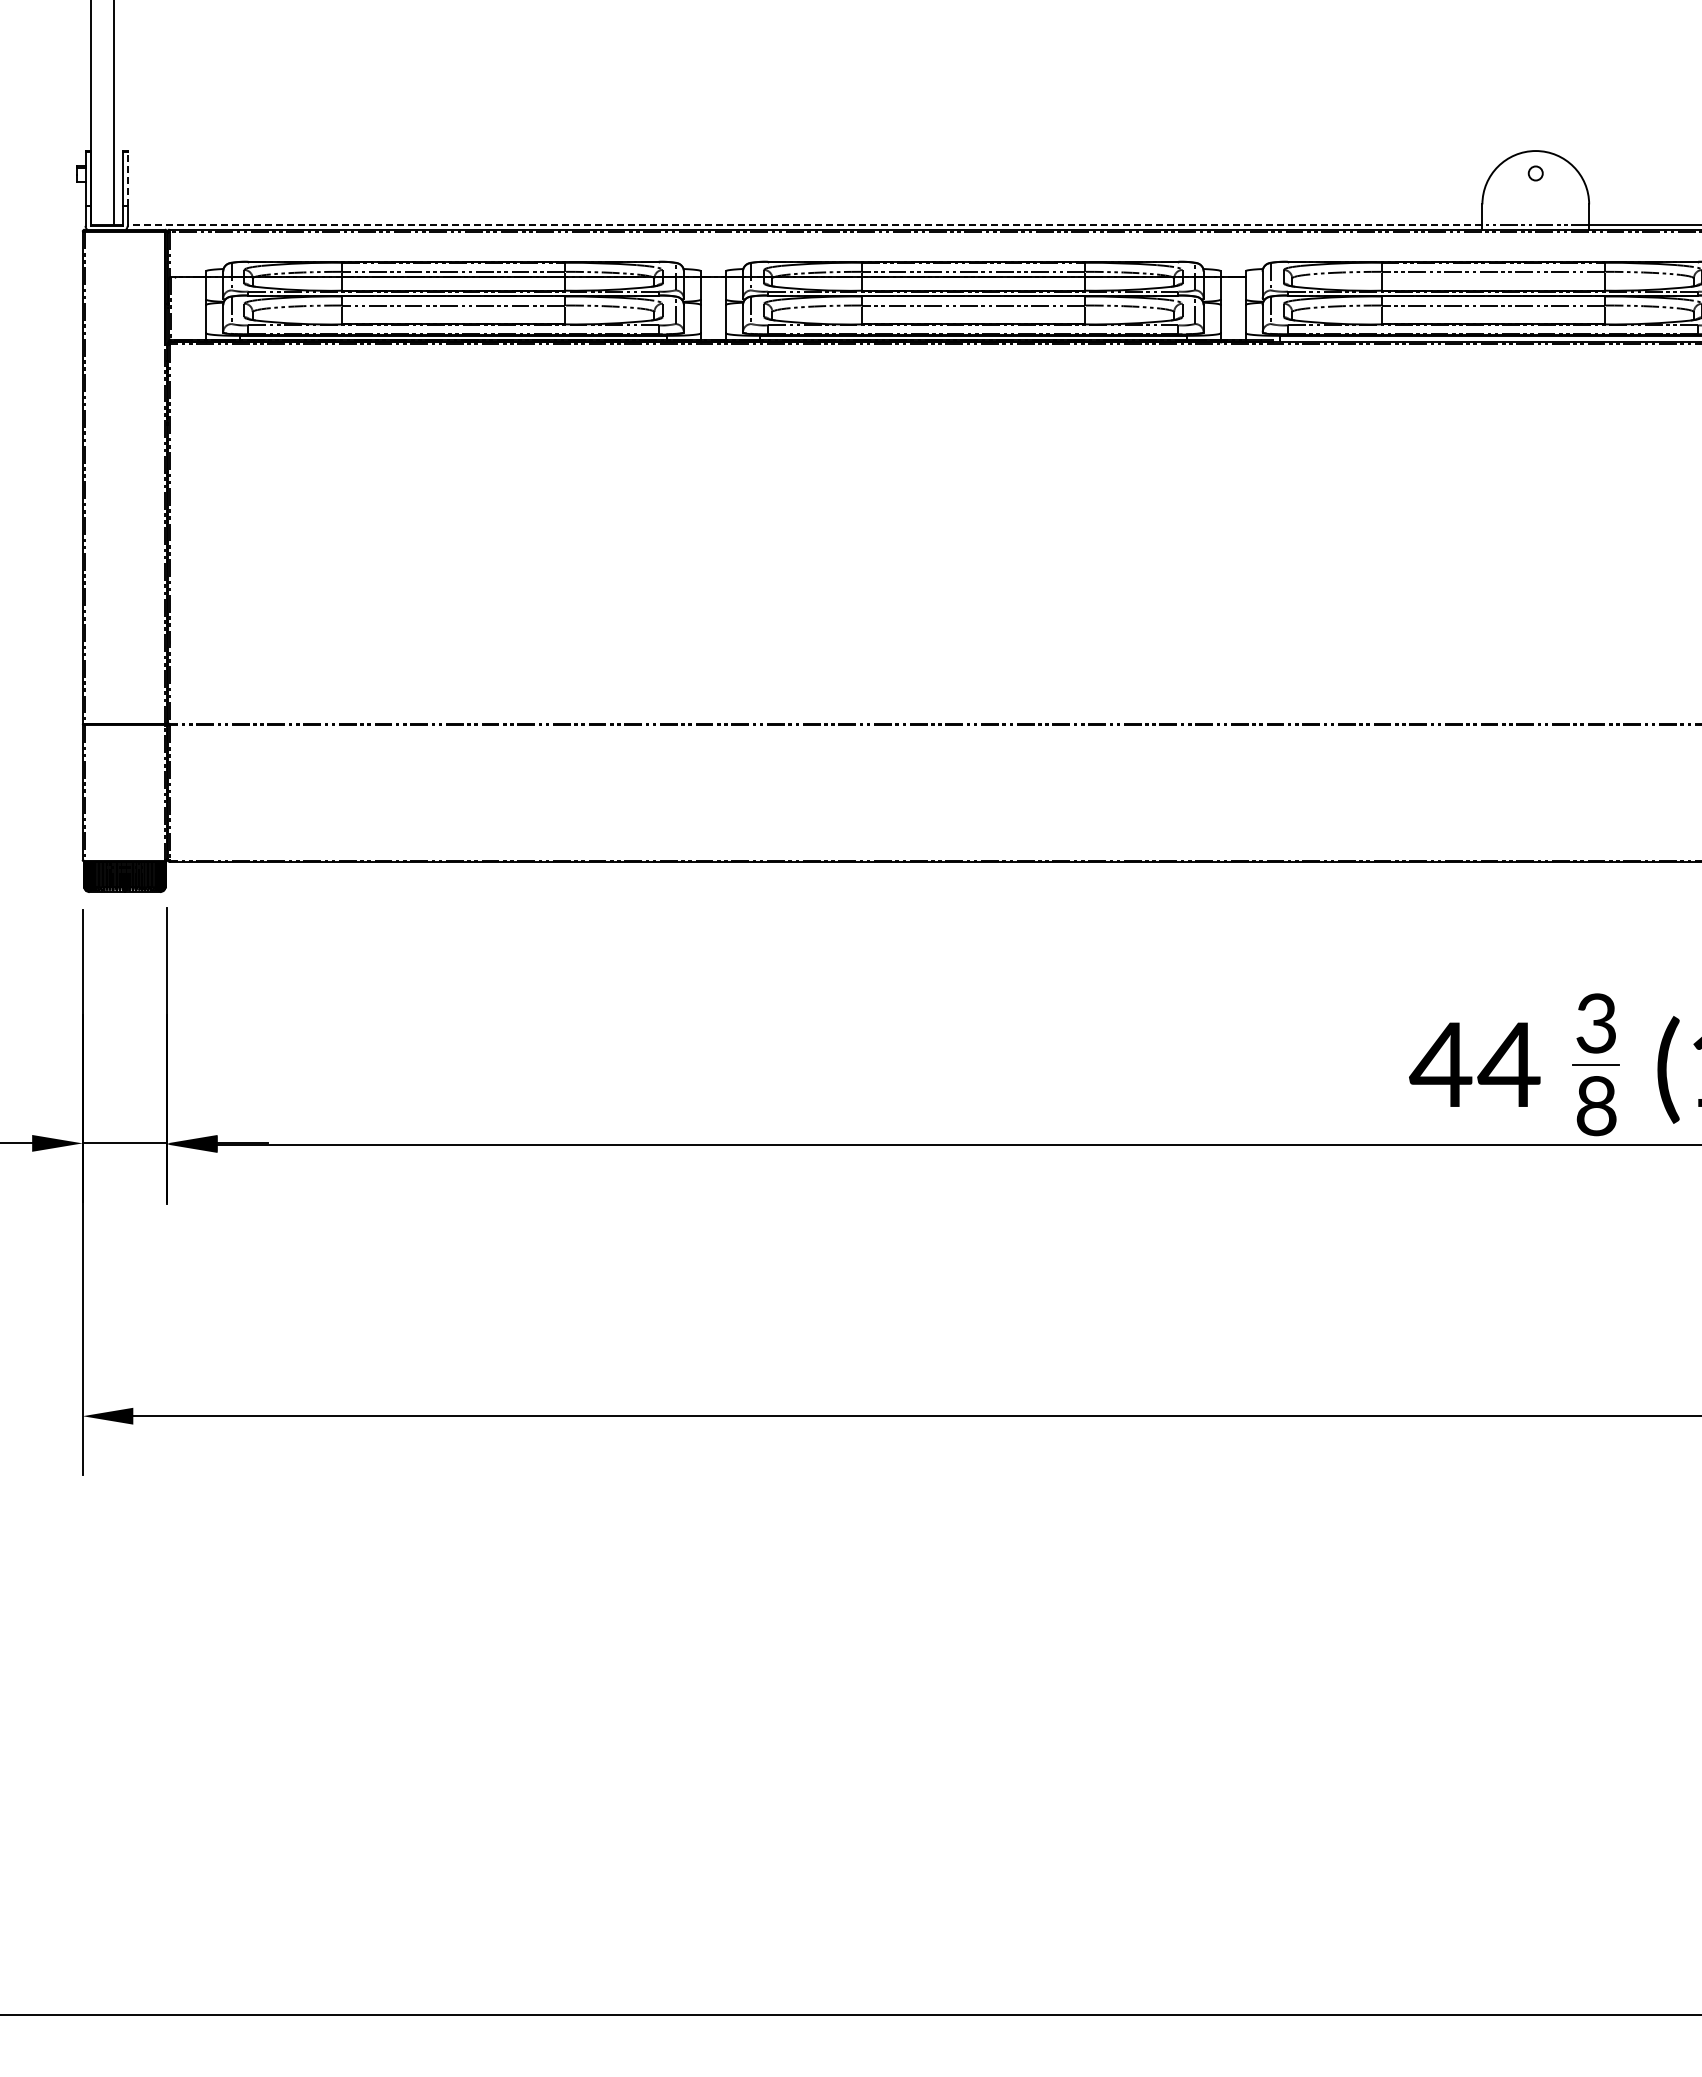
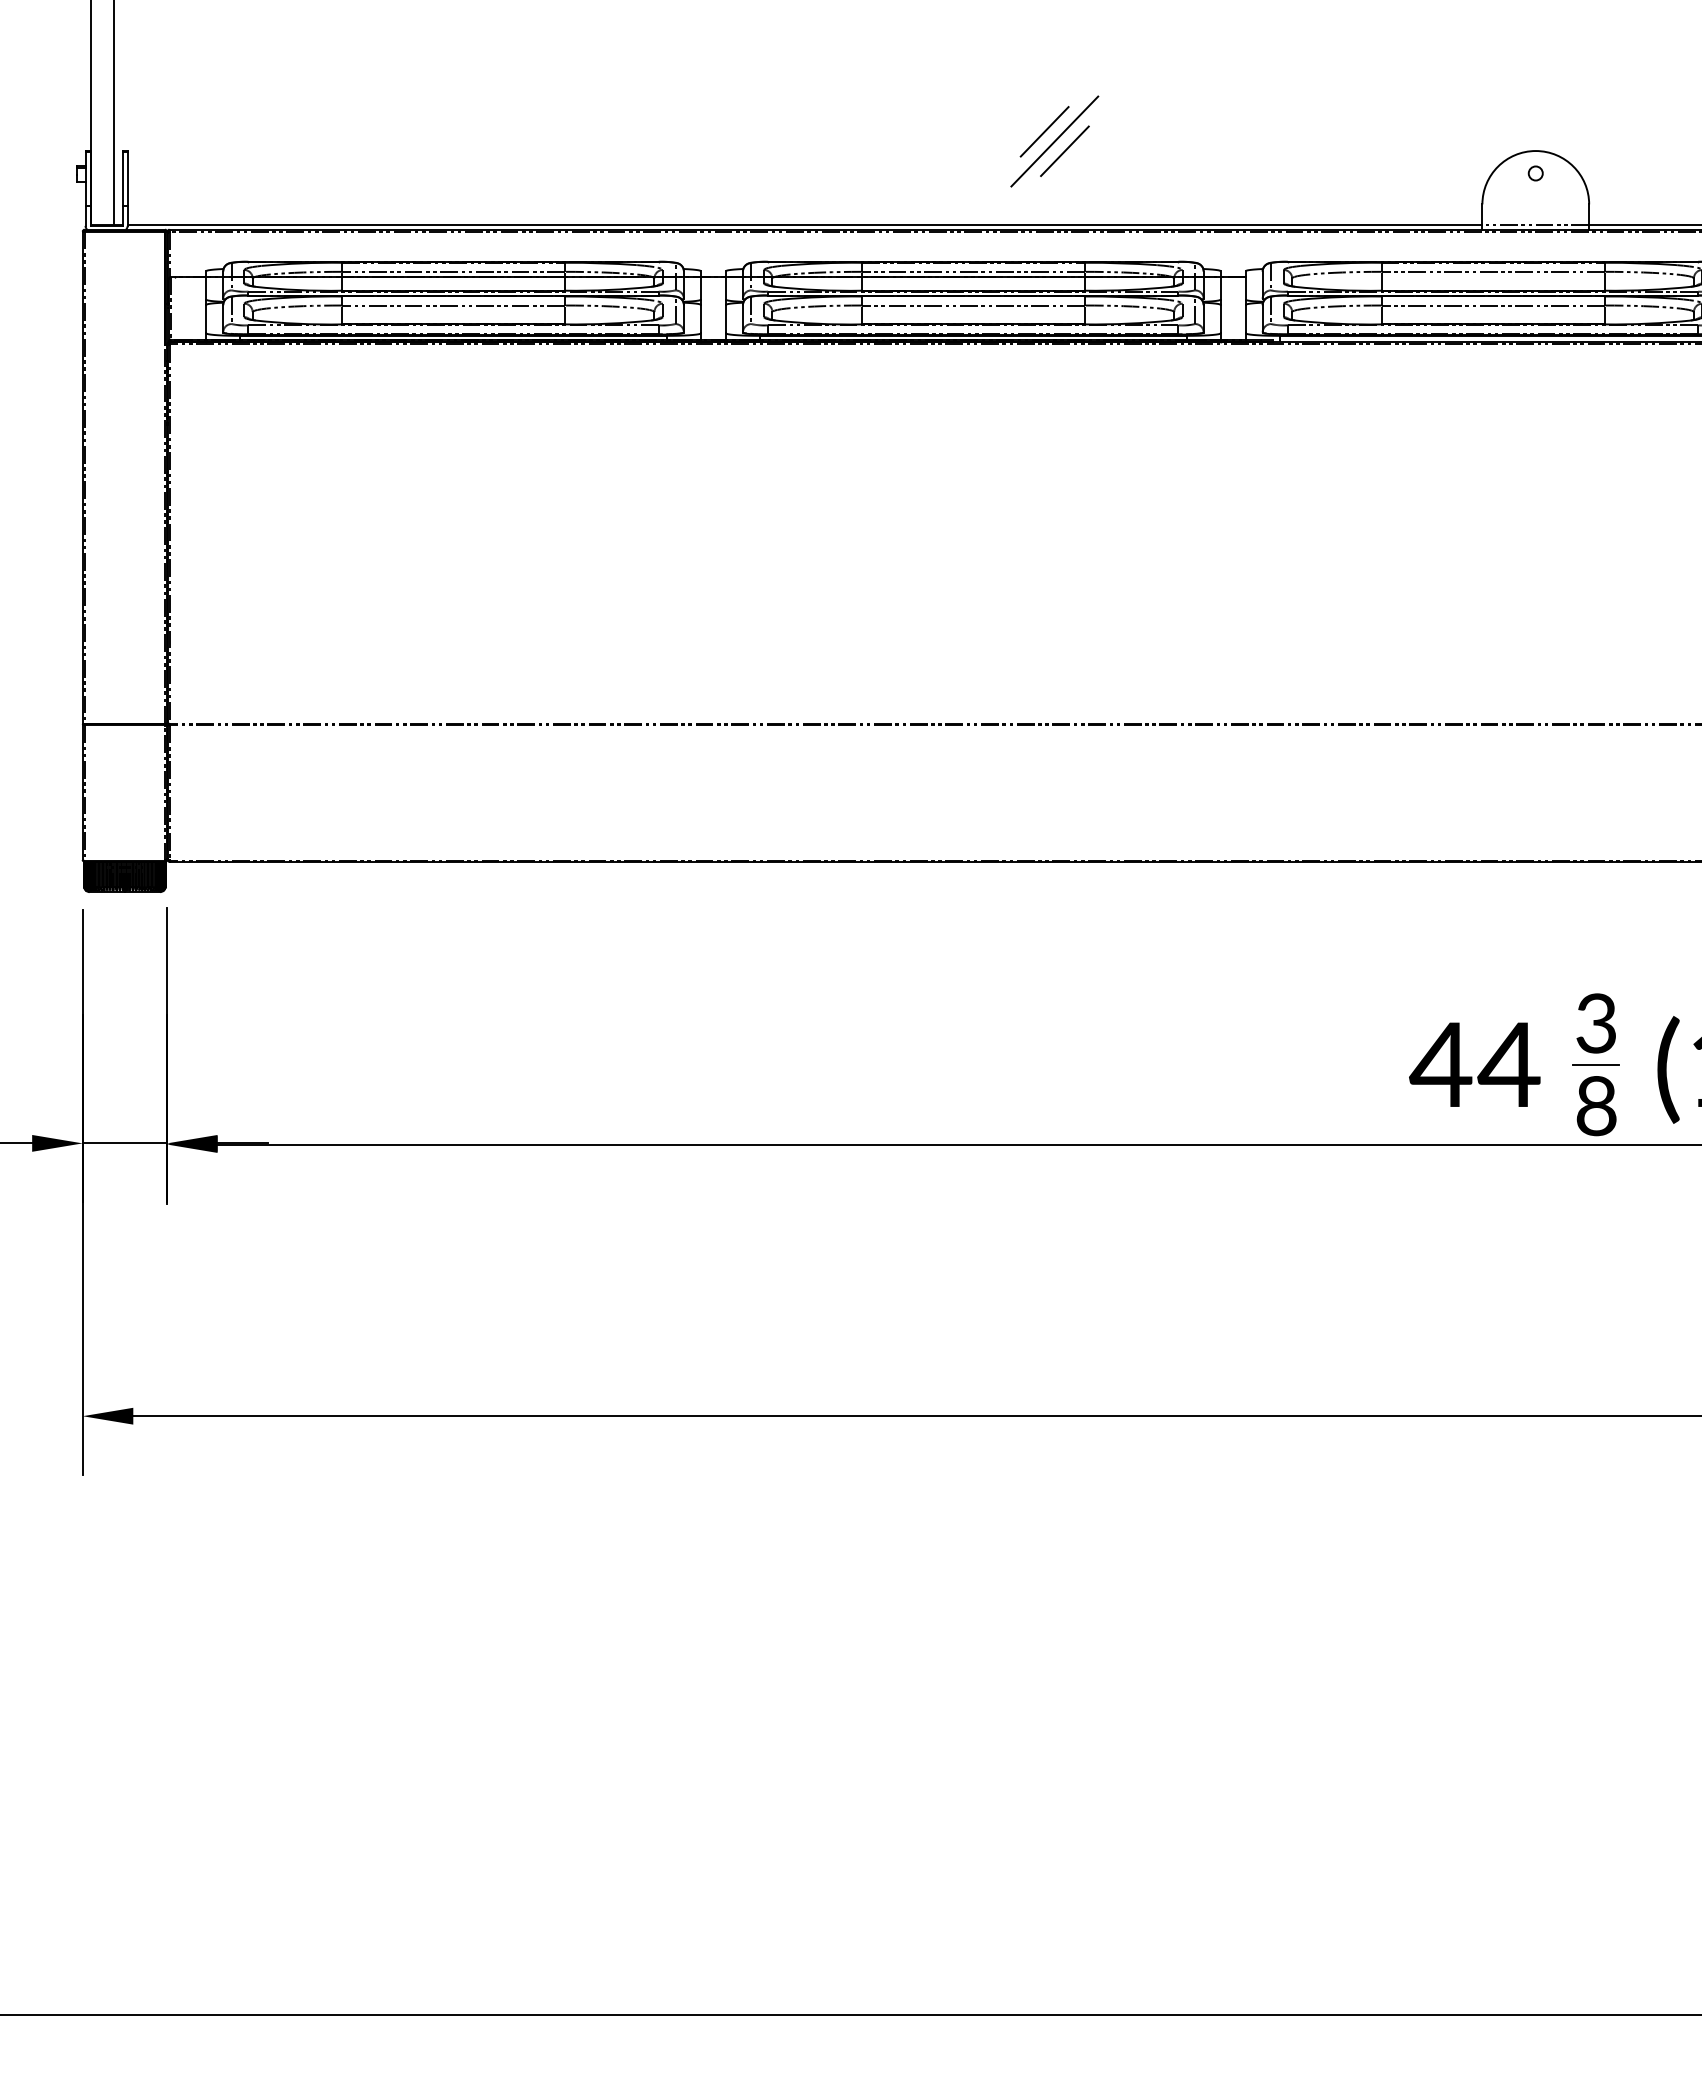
line at (1044, 131): none -> present
line at (1054, 141): none -> present
line at (1064, 151): none -> present
line at (127, 178): dashed -> solid
line at (804, 224): dashed -> solid
